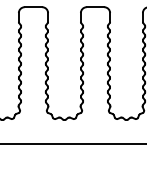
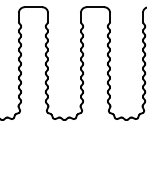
line at (72, 143): present -> none
